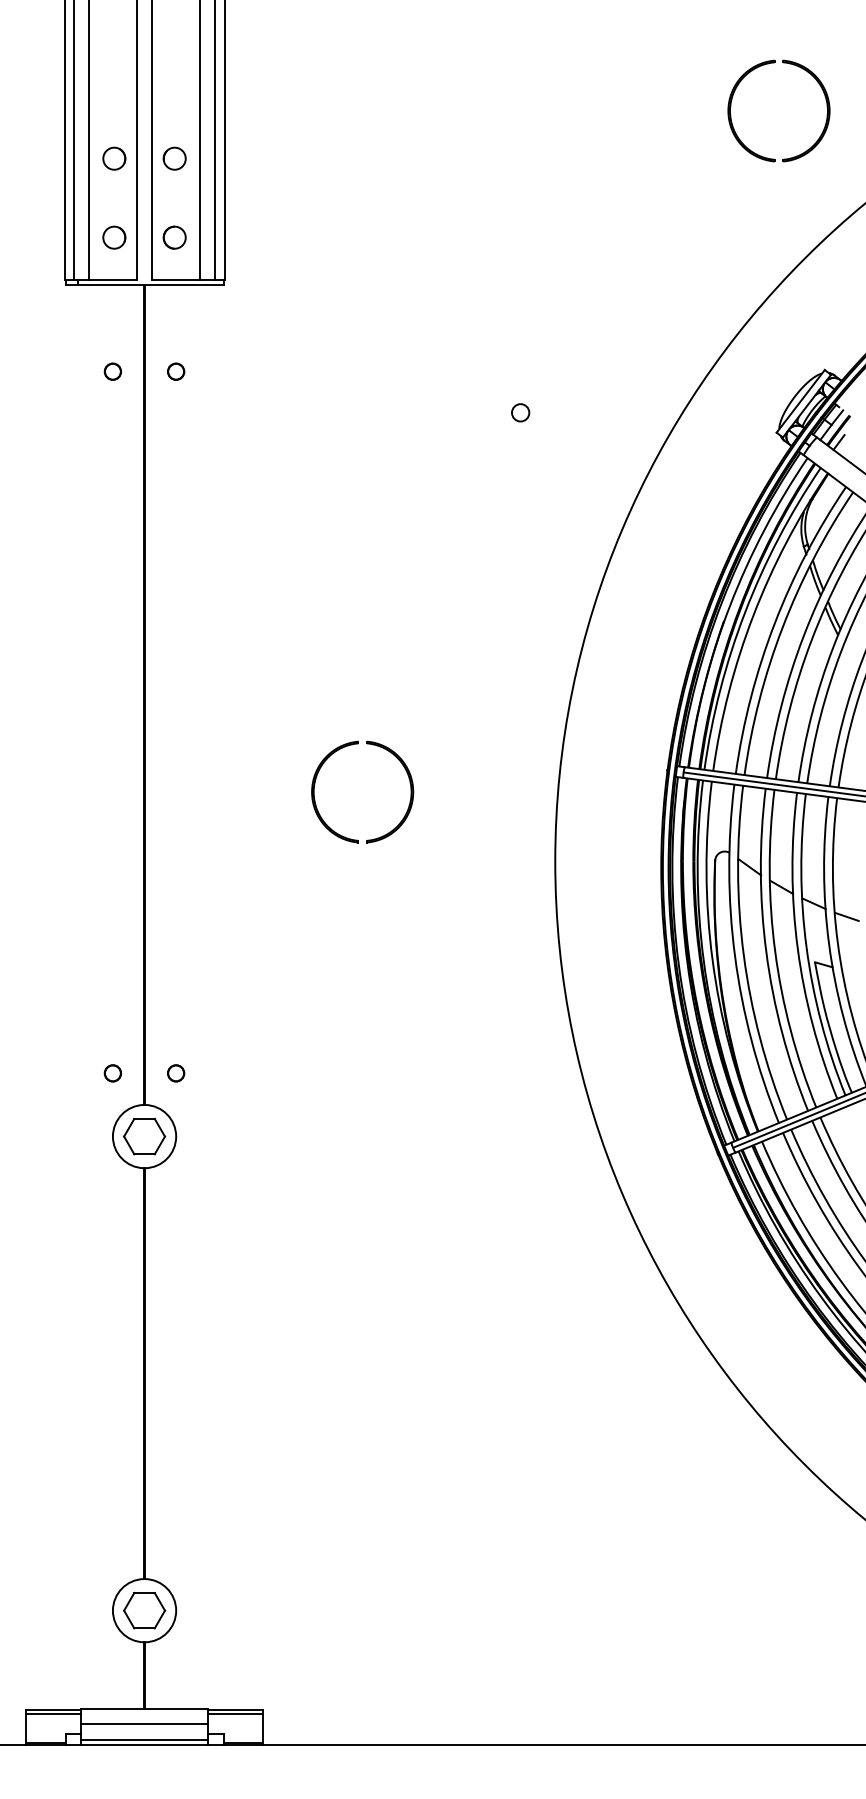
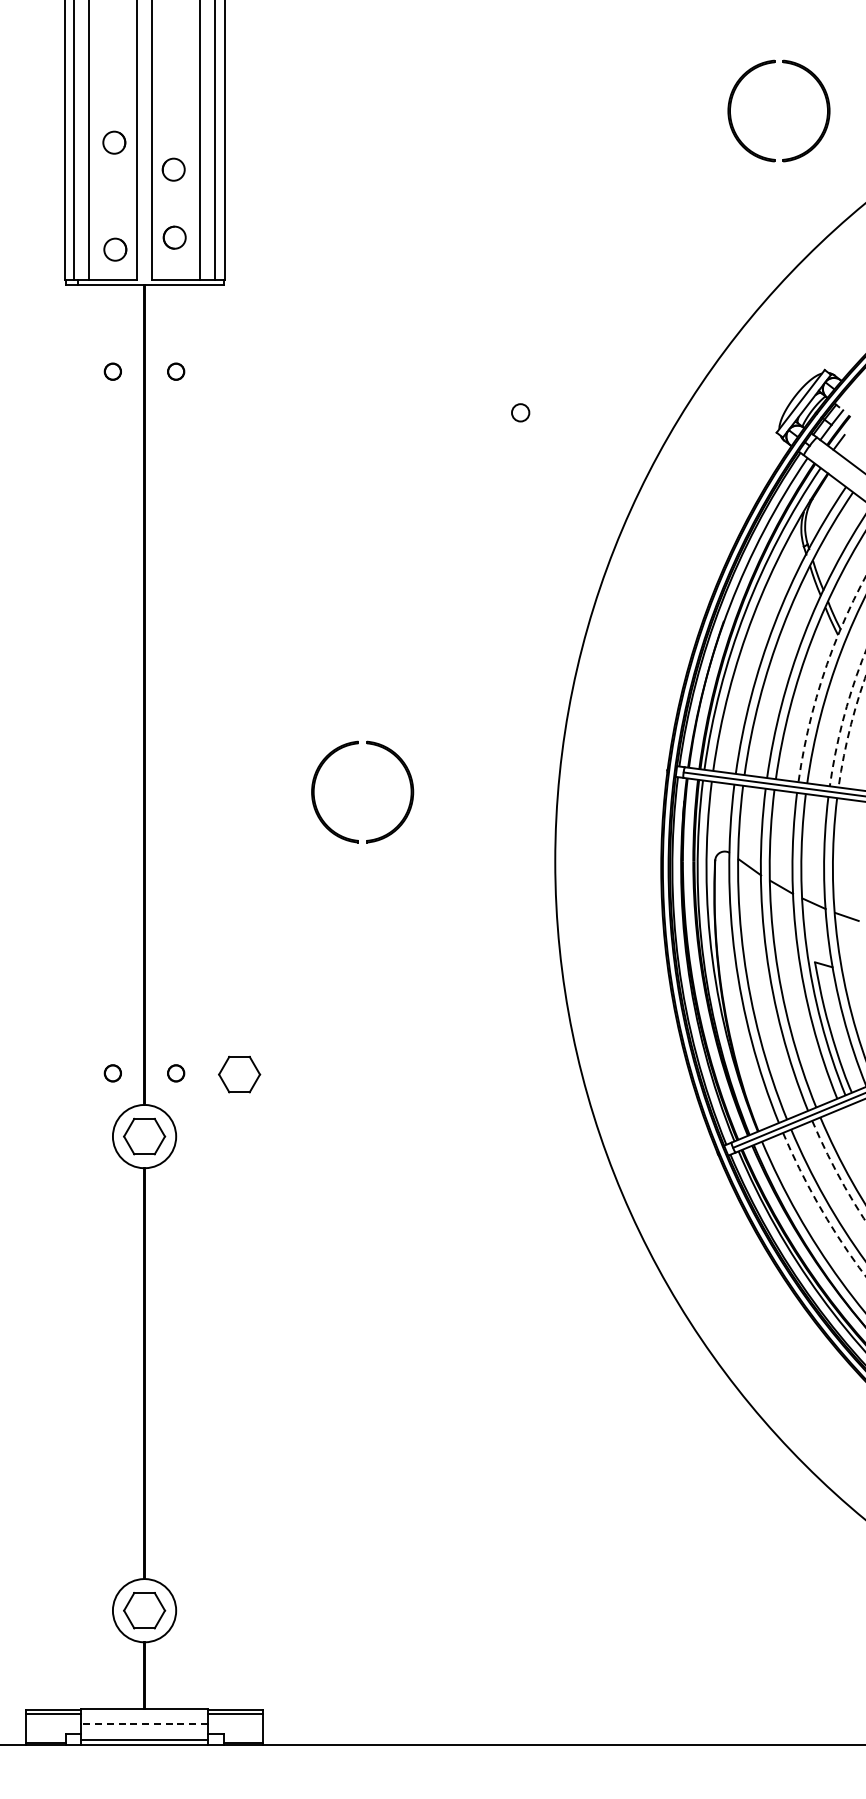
circle at (114, 158) position: (114, 158) -> (114, 142)
circle at (174, 158) position: (174, 158) -> (173, 169)
circle at (114, 237) position: (114, 237) -> (115, 249)
arc at (822, 677): solid -> dashed
arc at (843, 718): solid -> dashed
arc at (849, 731): solid -> dashed
part at (239, 1074): none -> present
arc at (837, 1172): solid -> dashed
arc at (820, 1207): solid -> dashed
line at (144, 1723): solid -> dashed
